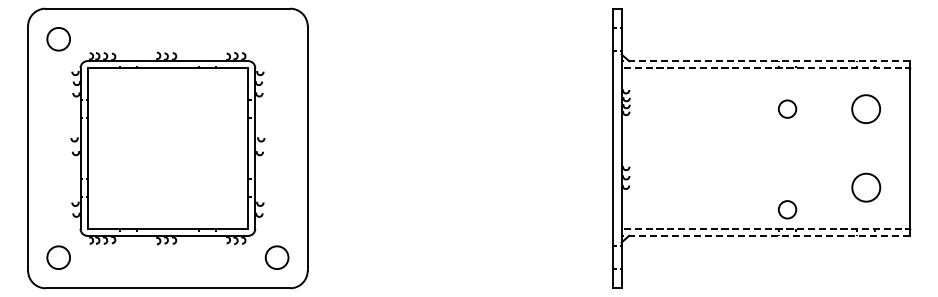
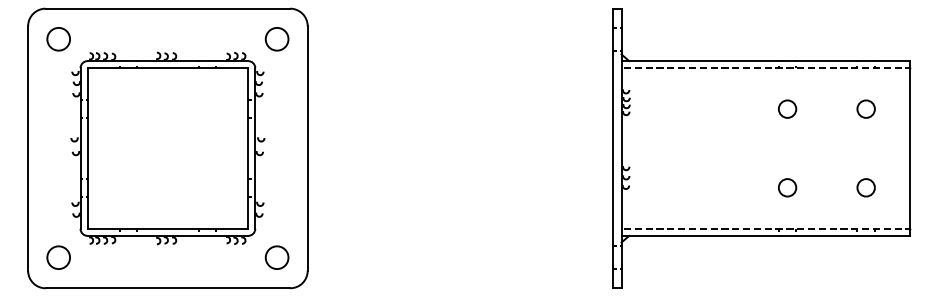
circle at (276, 39): none -> present
line at (765, 61): dashed -> solid
circle at (866, 109) diameter: 28 px -> 17 px
circle at (866, 187) size: 31x31 px -> 20x20 px
circle at (787, 209) position: (787, 209) -> (787, 187)
line at (765, 235): dashed -> solid
